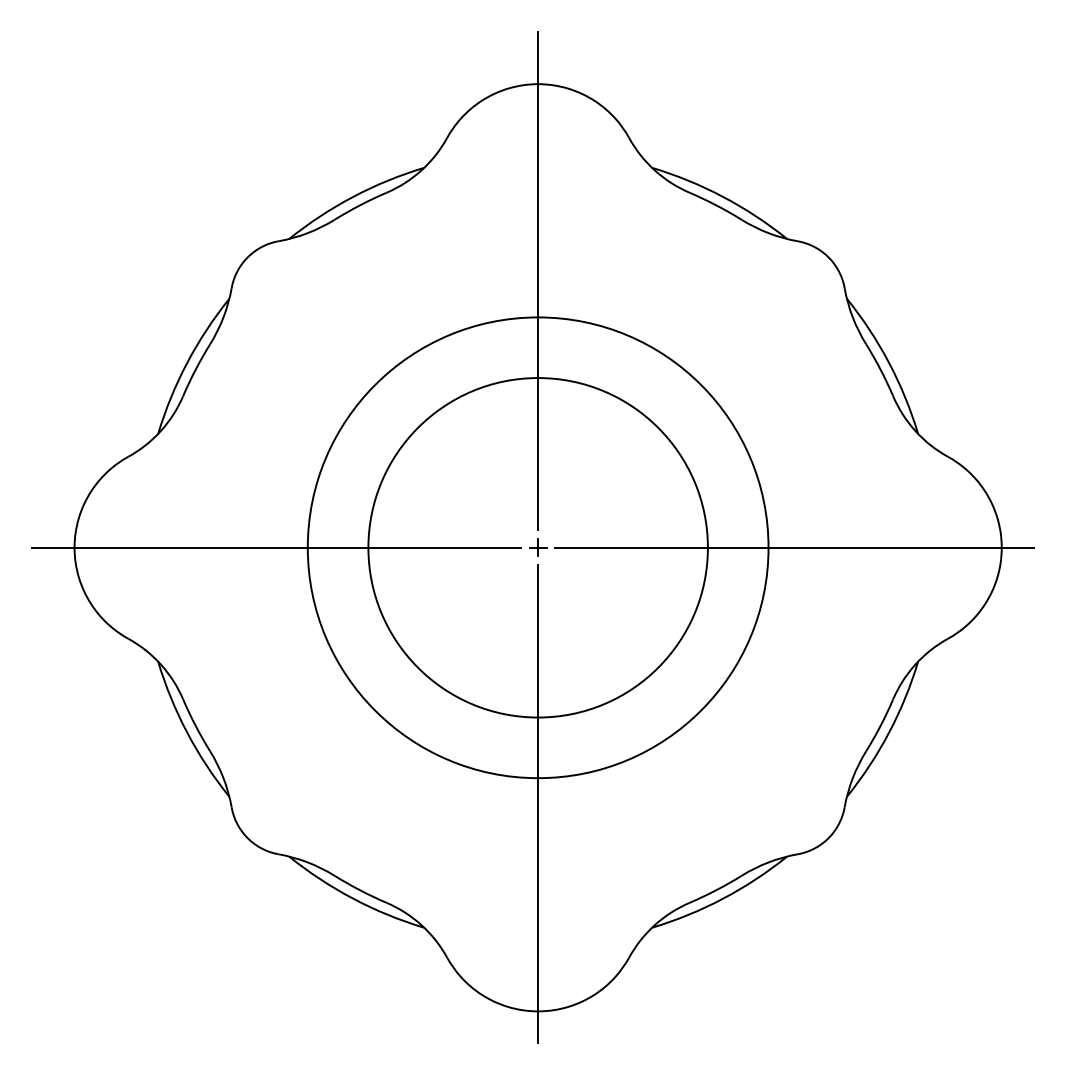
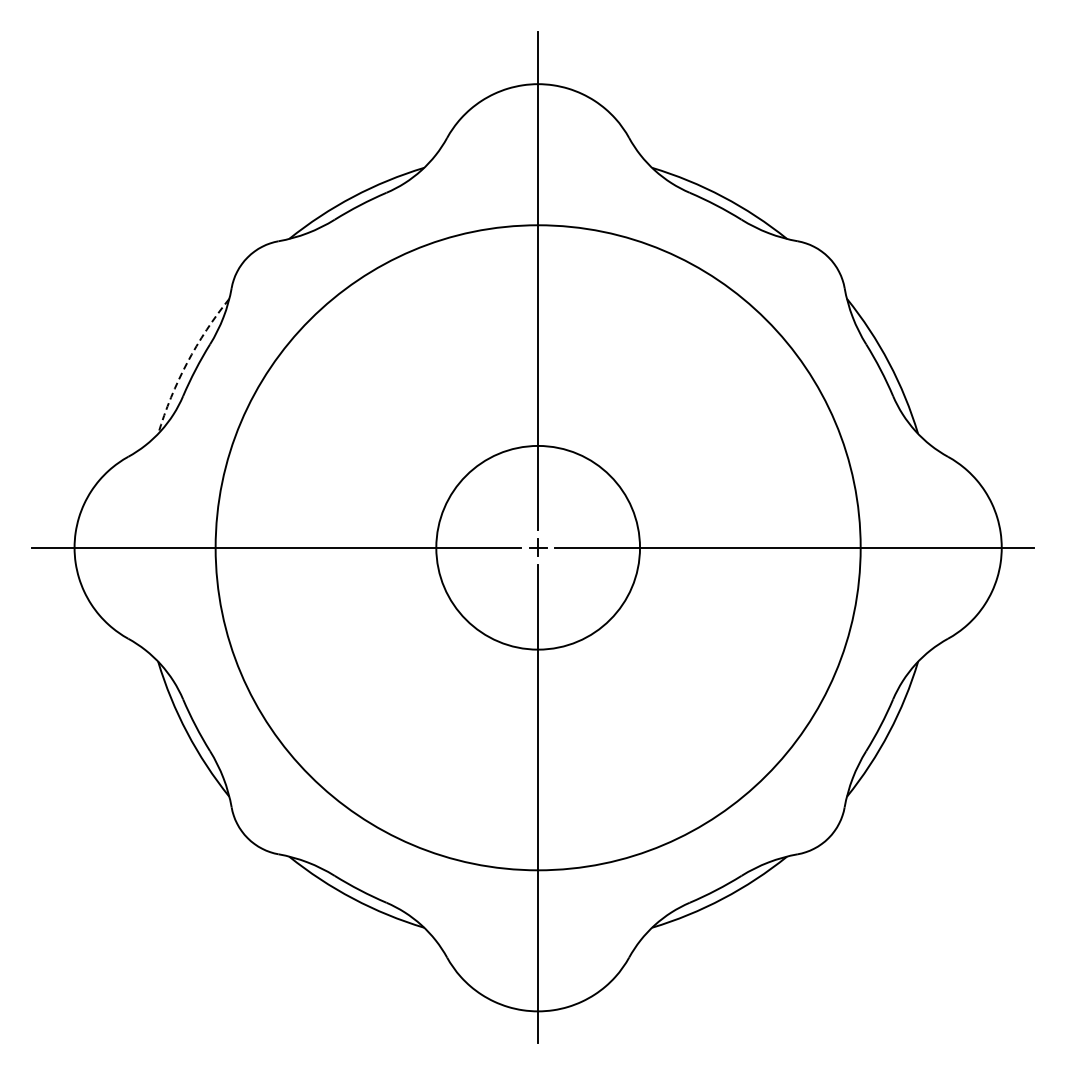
arc at (187, 362): solid -> dashed
circle at (537, 547) diameter: 339 px -> 204 px
circle at (537, 547) diameter: 461 px -> 645 px
